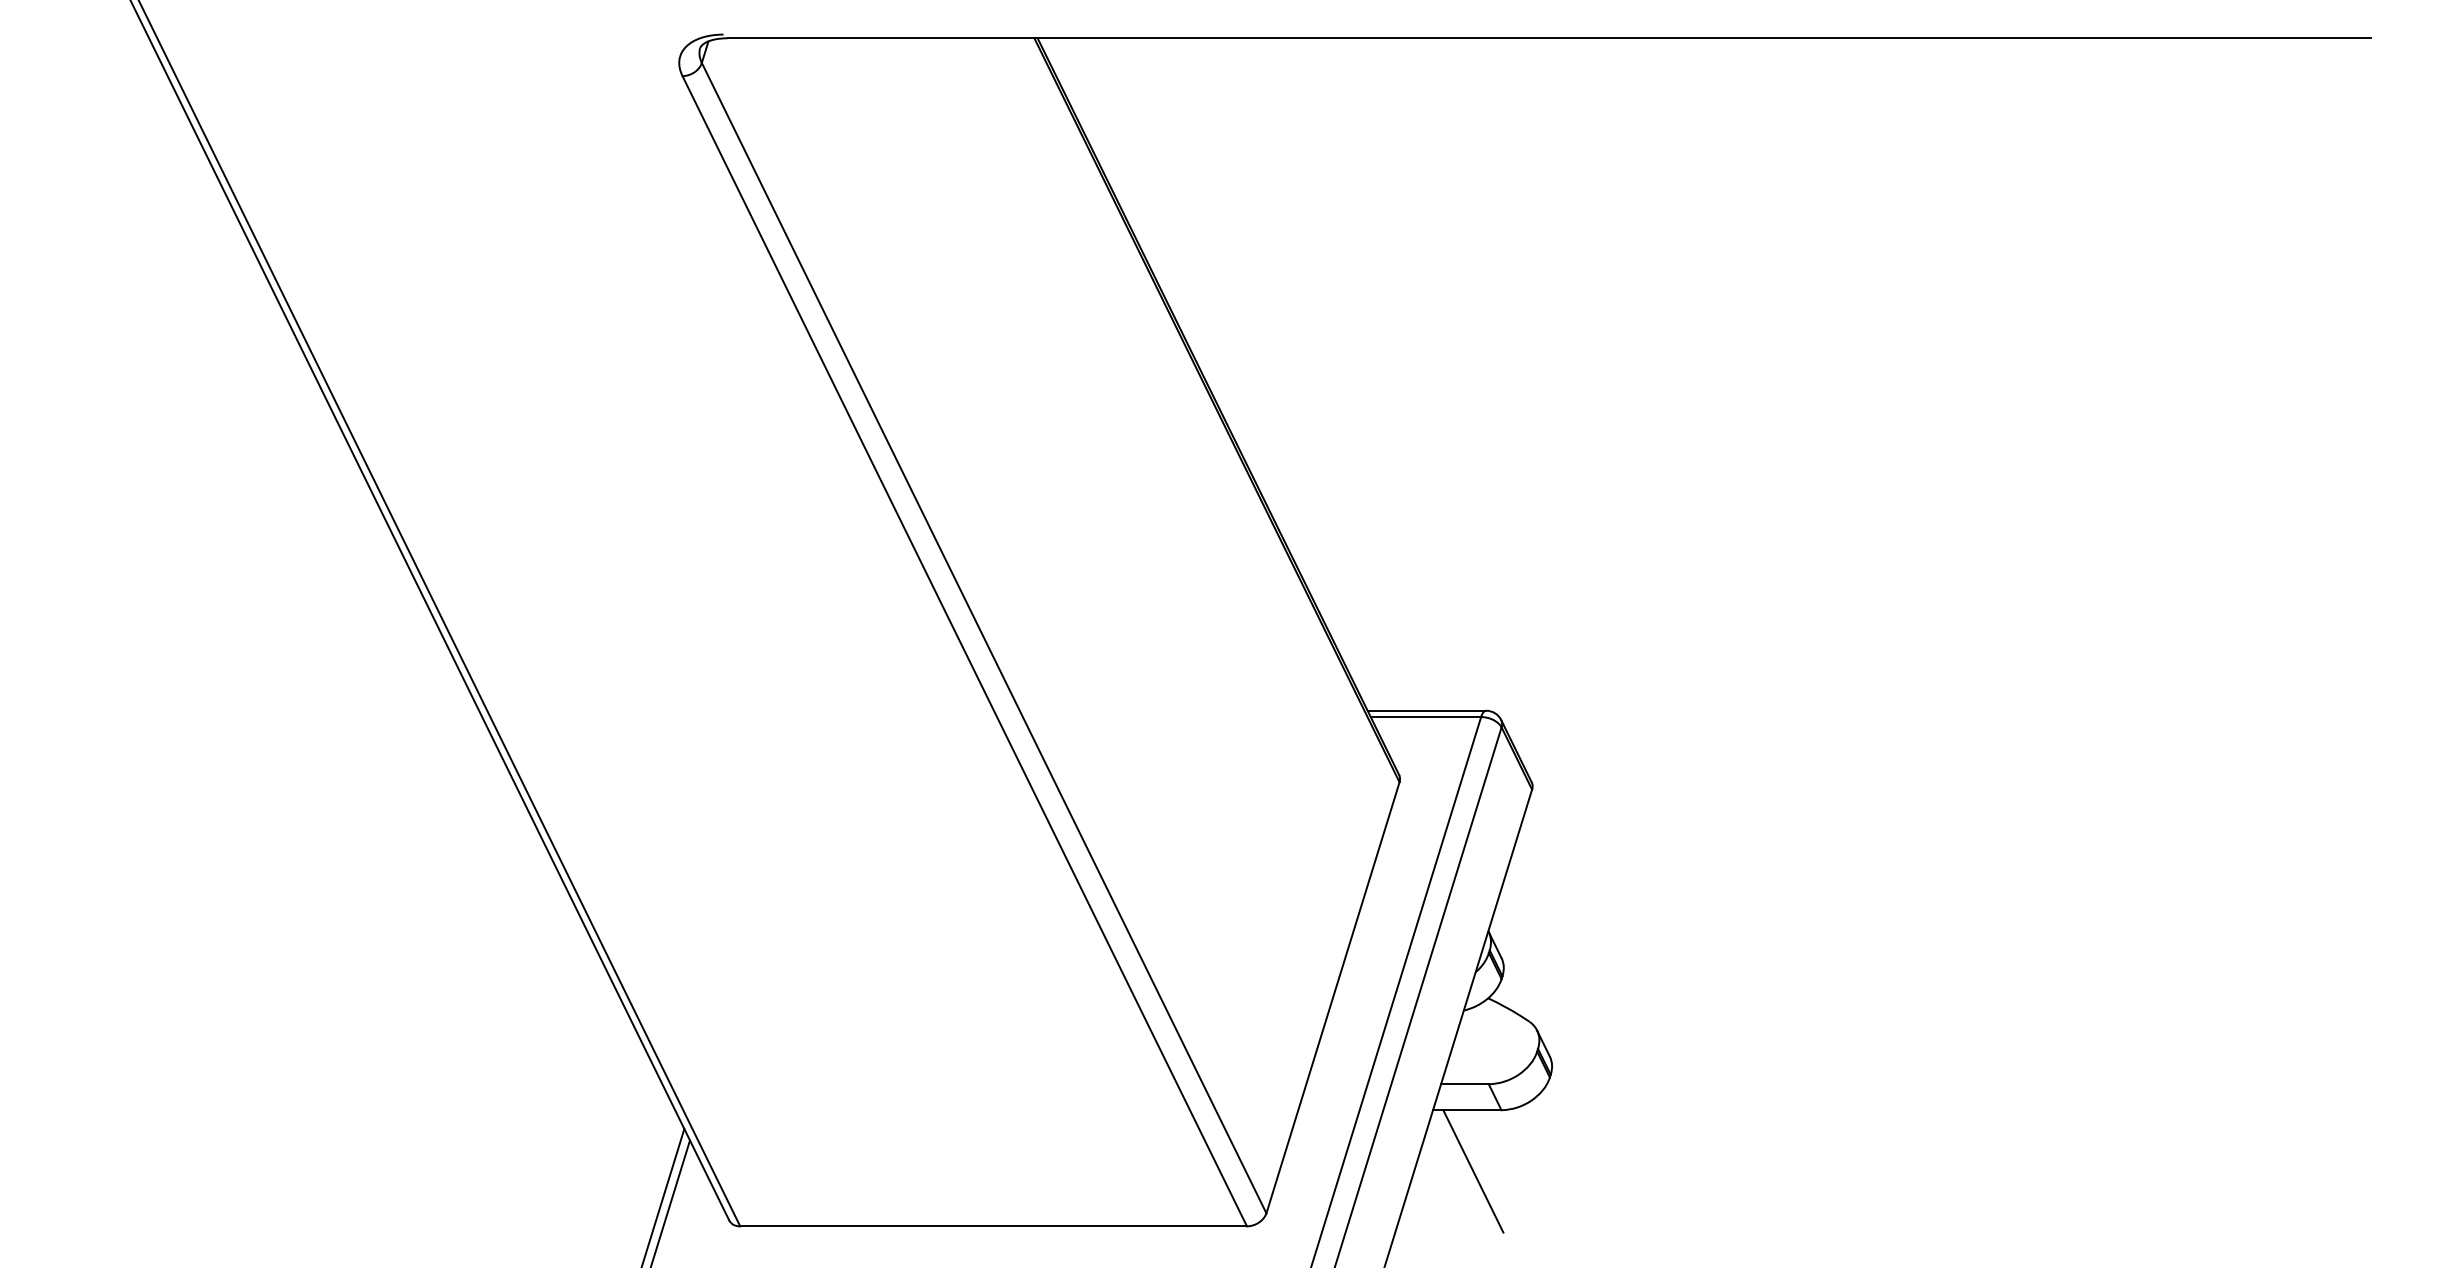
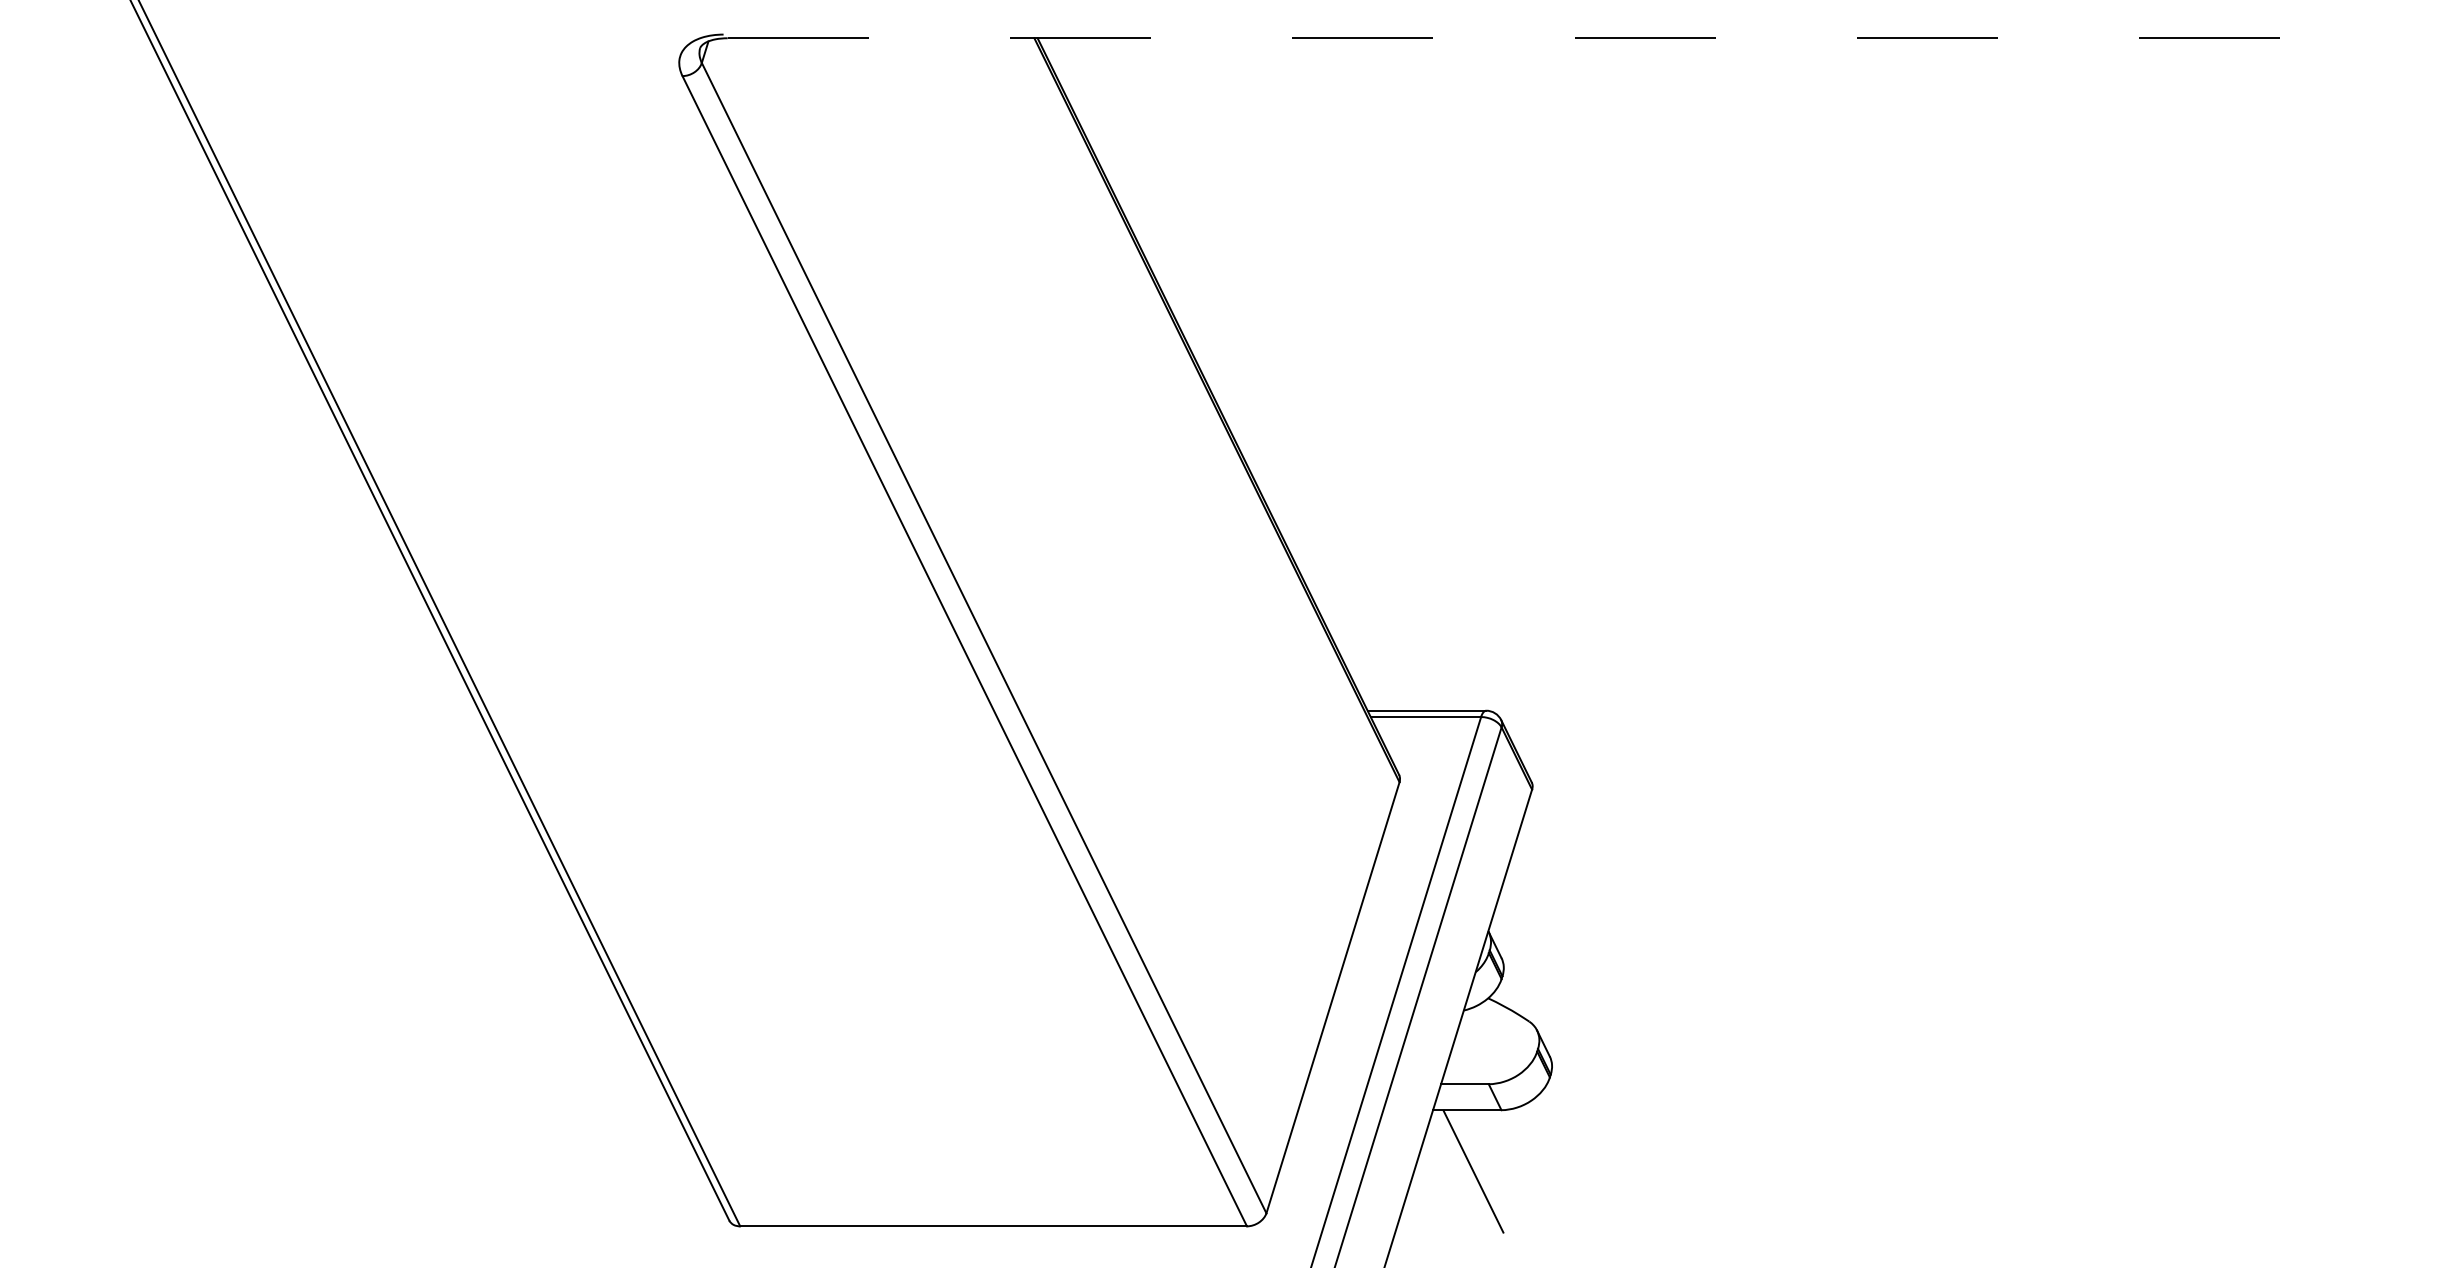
line at (1549, 38): solid -> dashed
line at (663, 1196): present -> none
line at (670, 1202): present -> none
